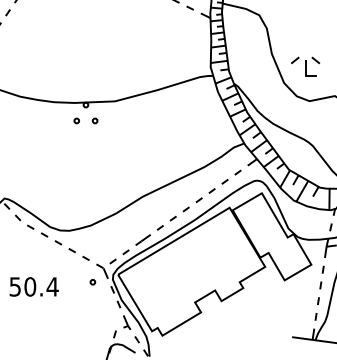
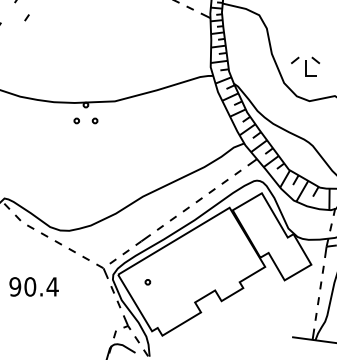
line at (7, 12) position: (7, 12) -> (26, 17)
part at (92, 282) position: (92, 282) -> (147, 282)
text at (15, 286): 50.4 -> 90.4
